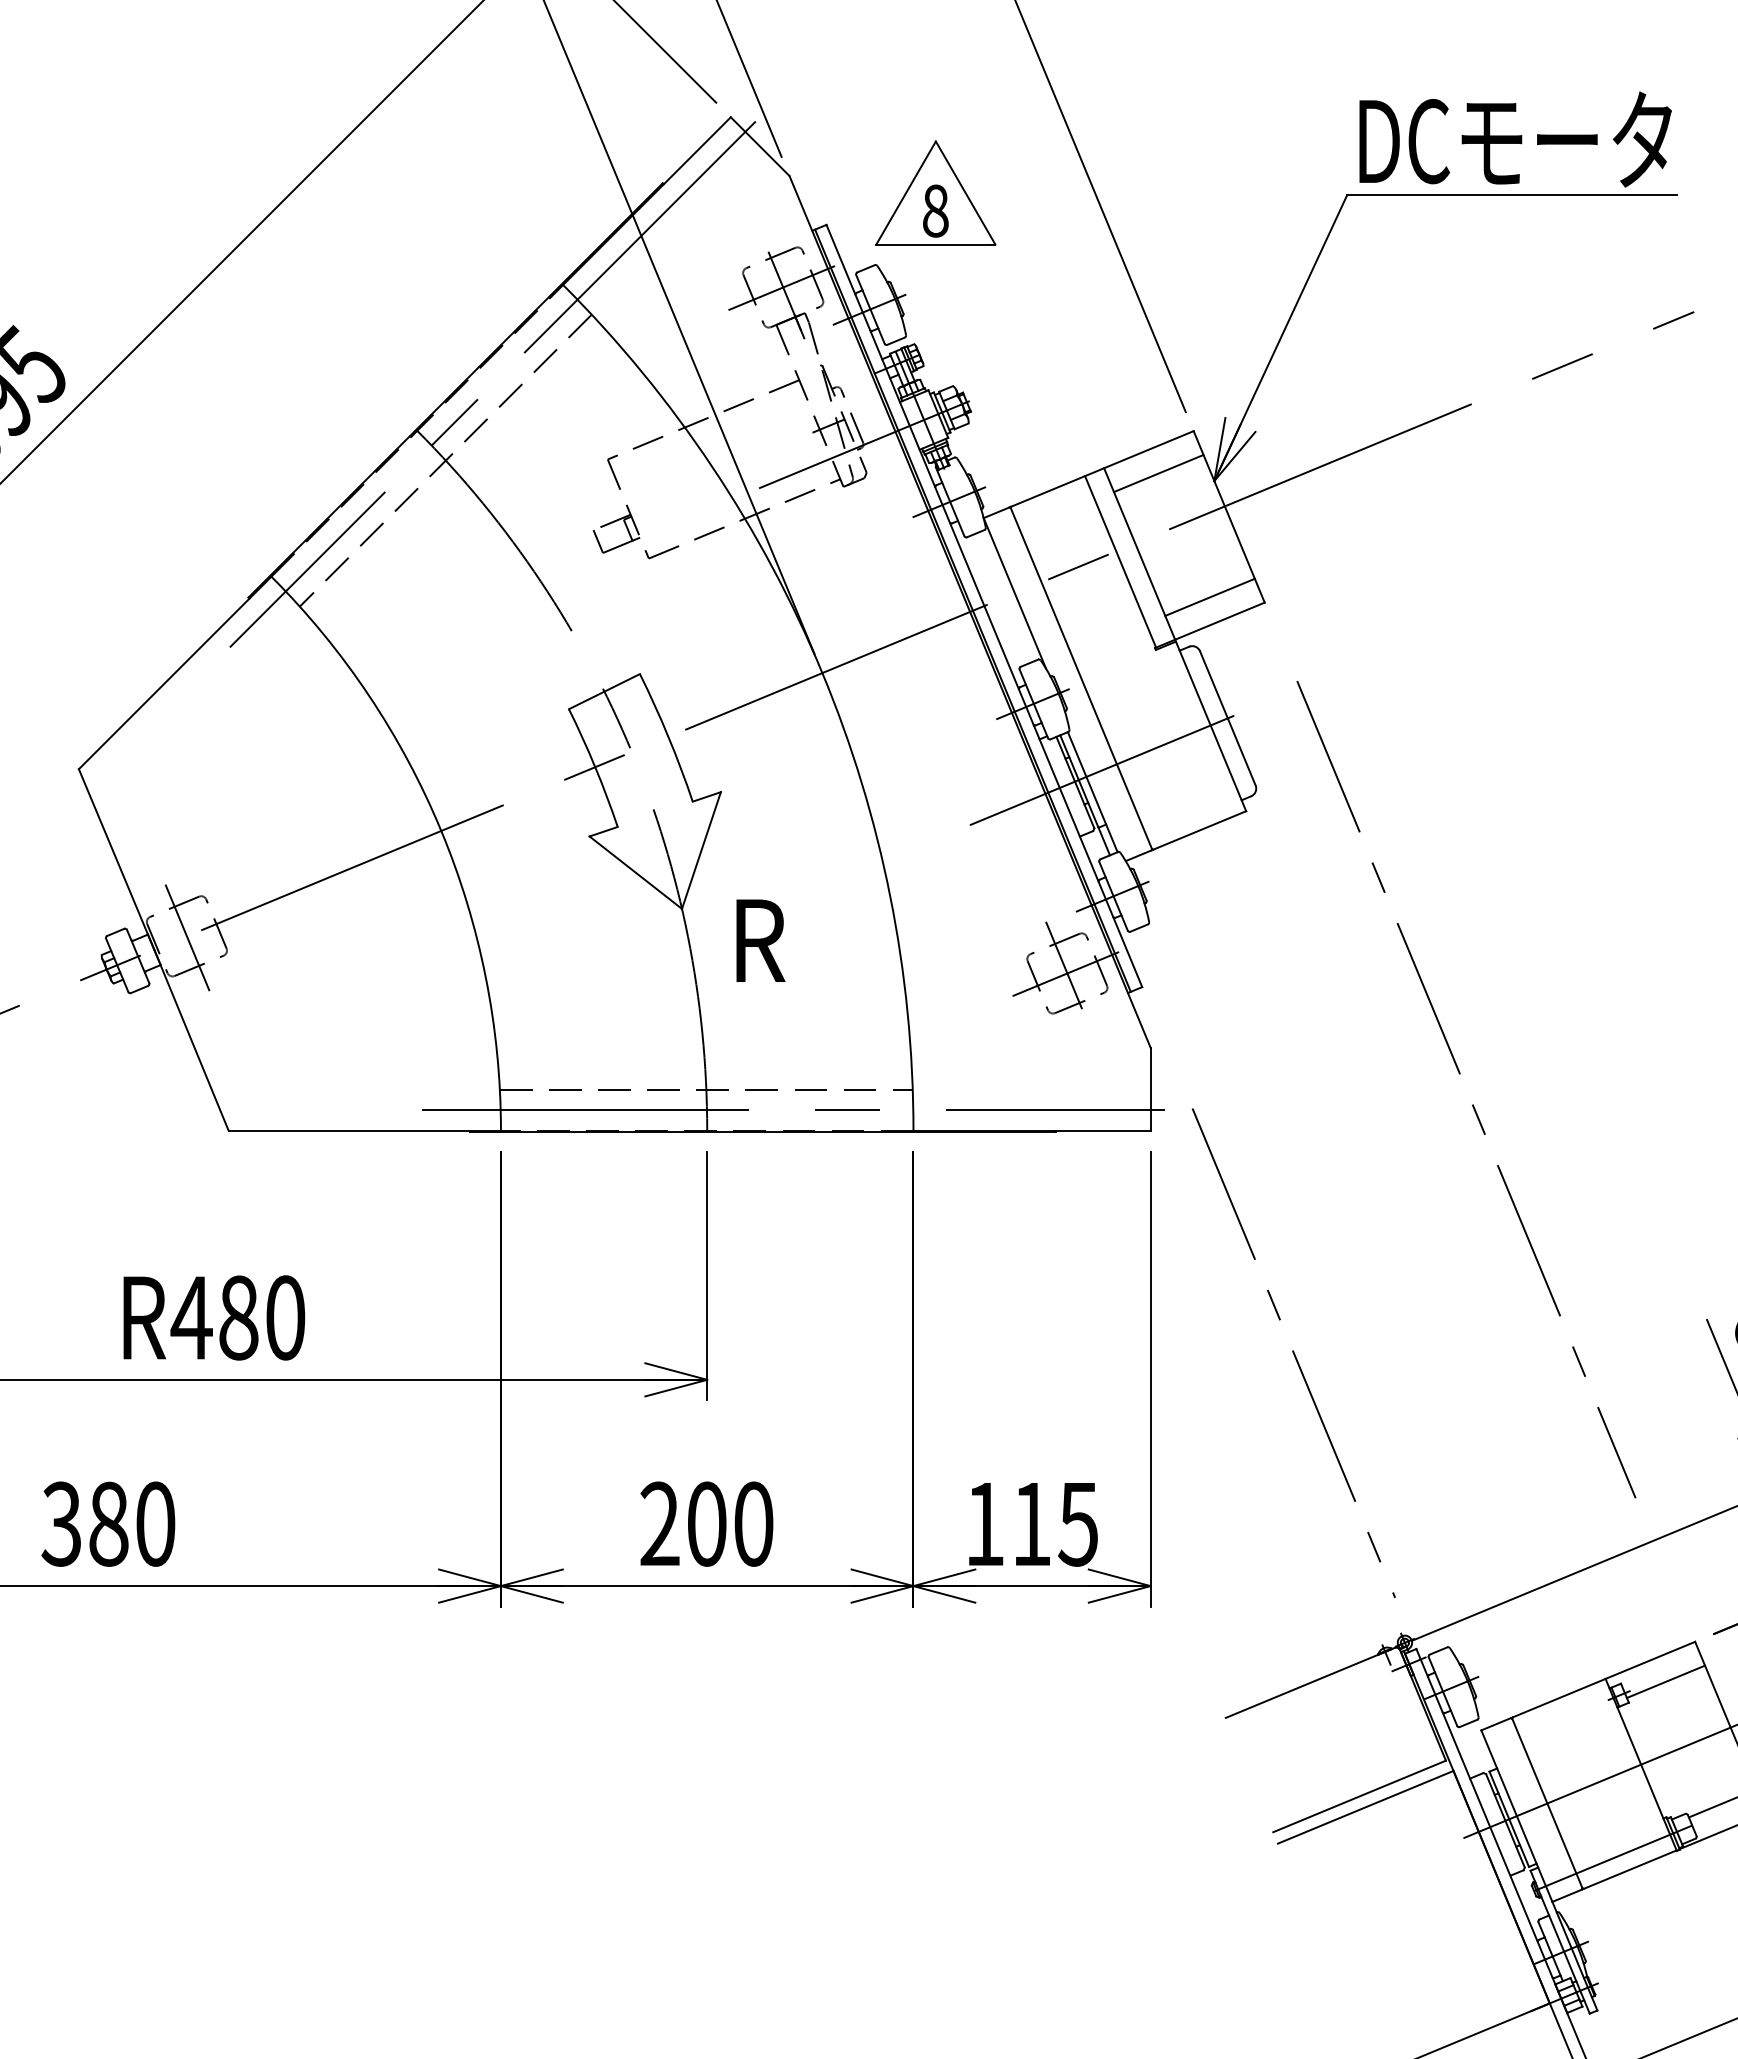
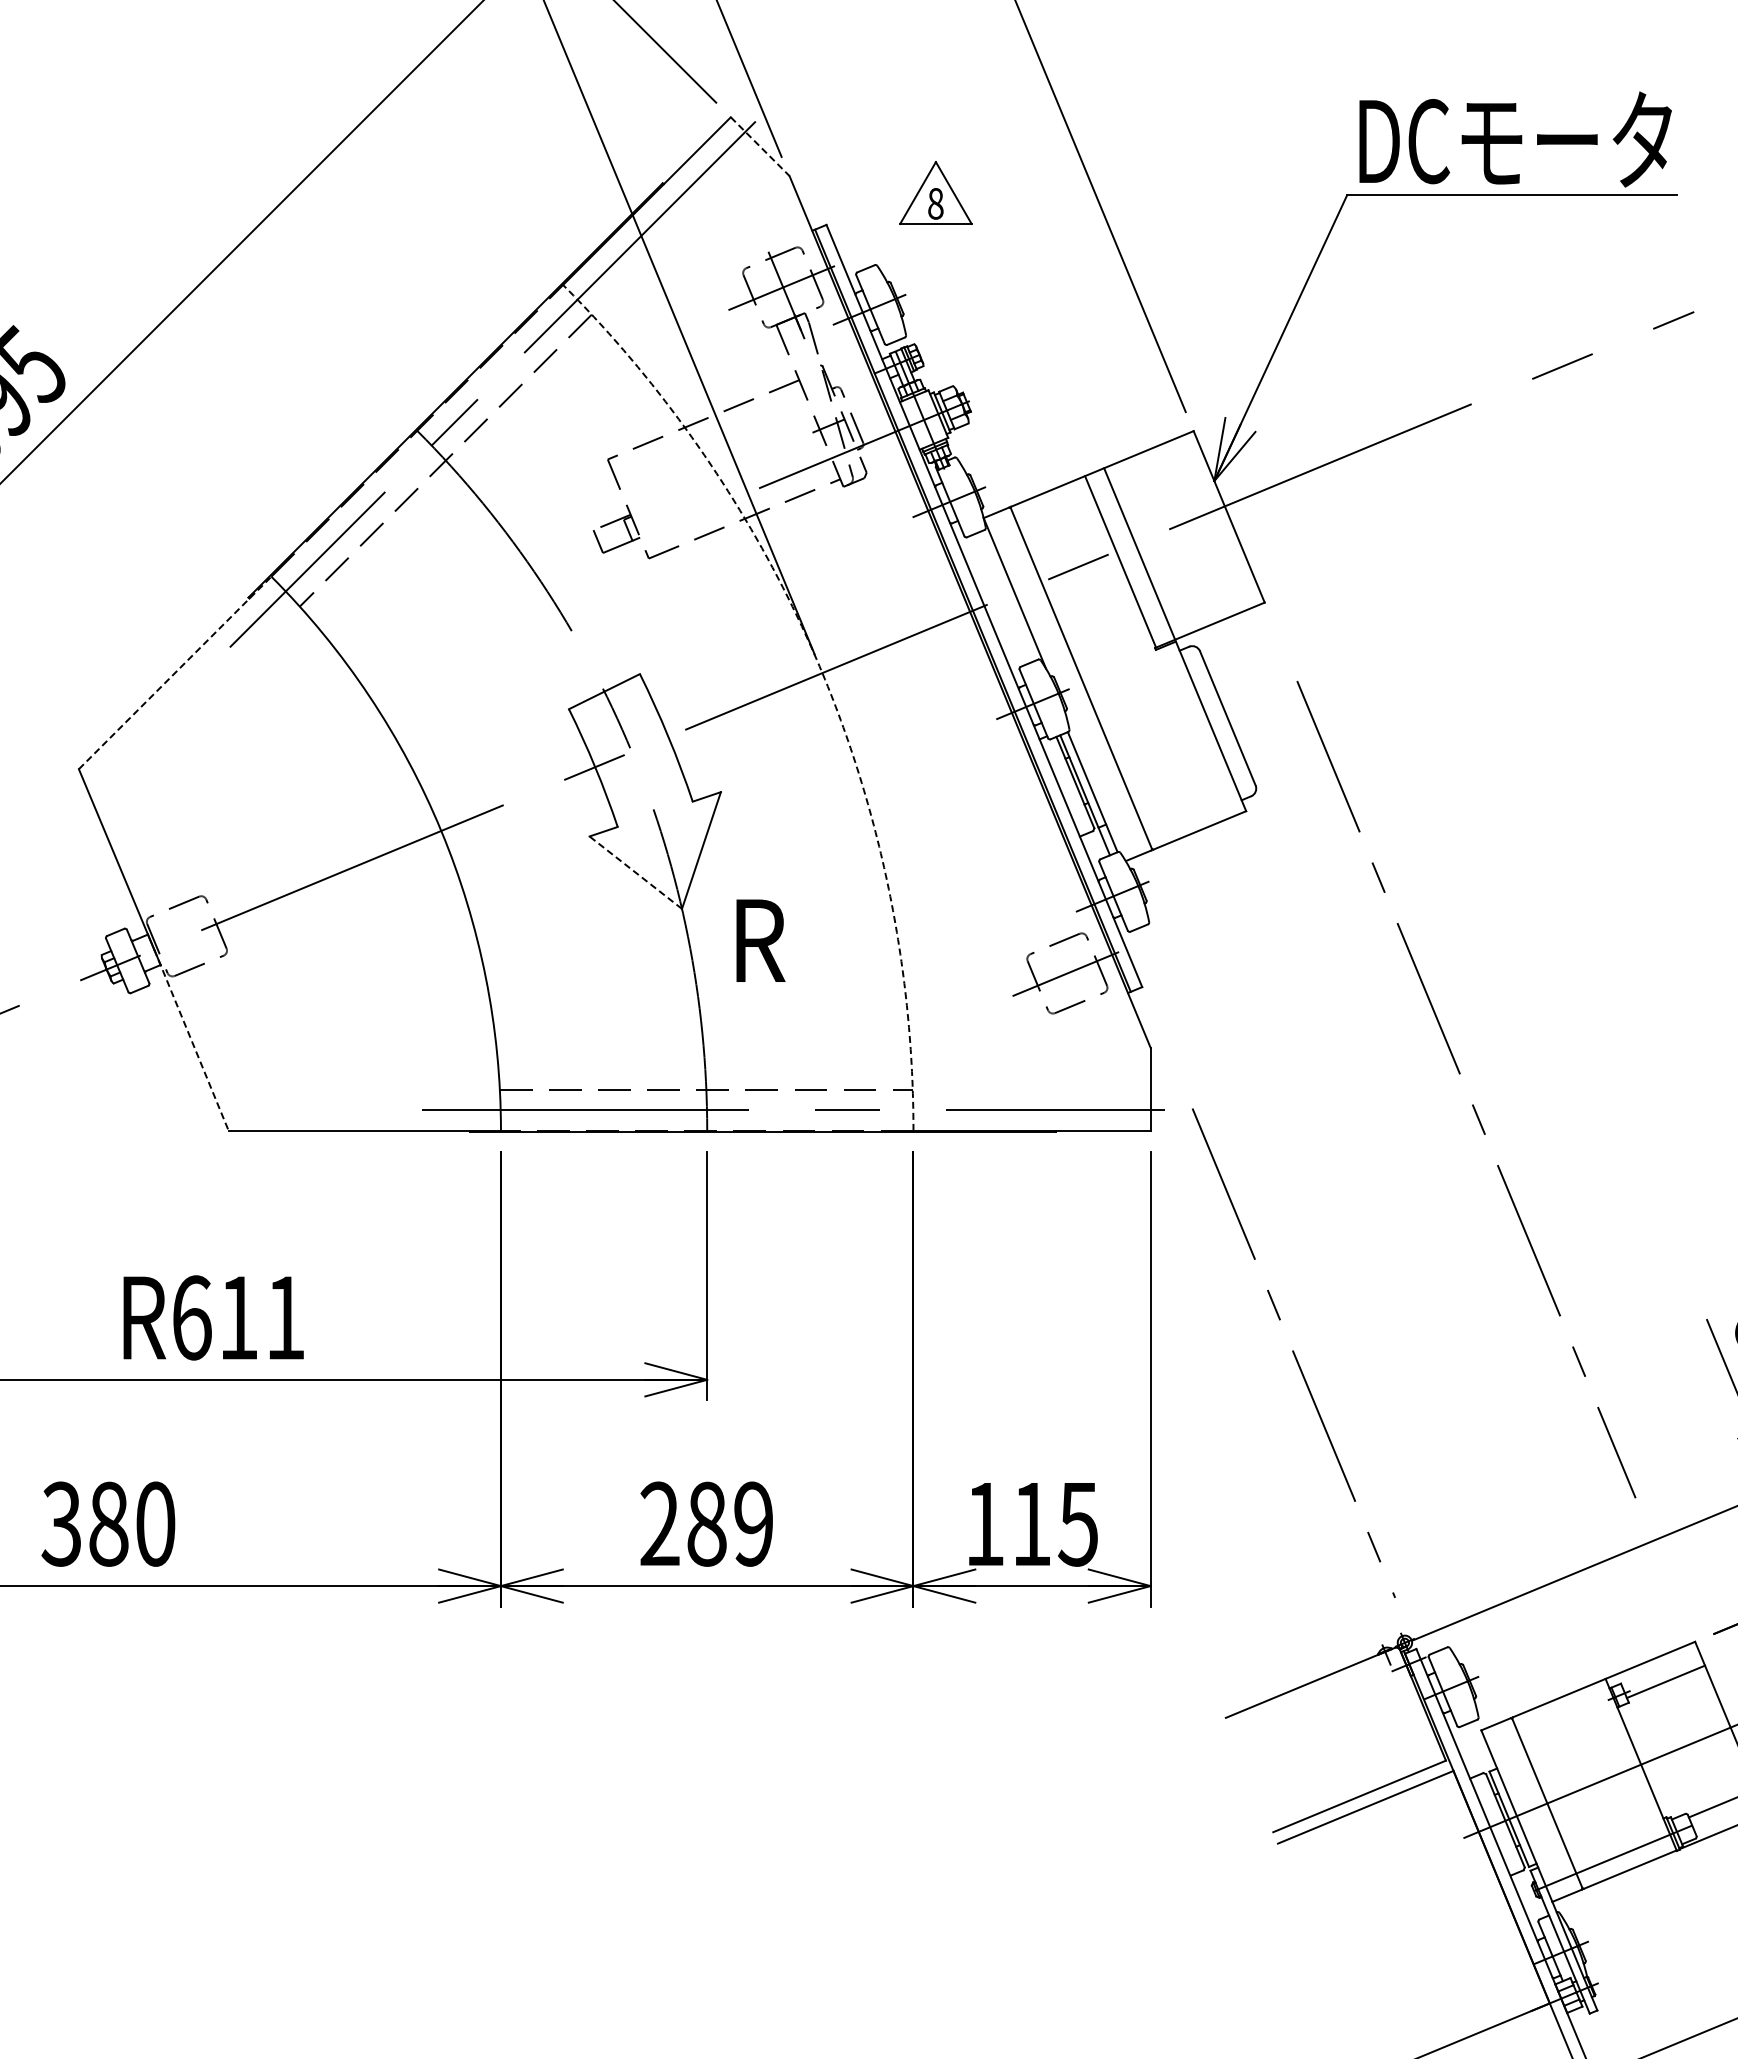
line at (760, 146): solid -> dashed
part at (935, 192) size: 122x106 px -> 74x64 px
line at (1158, 473): present -> none
line at (1209, 596): present -> none
line at (175, 672): solid -> dashed
arc at (822, 673): solid -> dashed
line at (1101, 770): present -> none
line at (635, 872): solid -> dashed
line at (187, 937): present -> none
line at (1063, 965): present -> none
line at (191, 1040): solid -> dashed
text at (237, 1317): R480 -> R611
text at (730, 1523): 200 -> 289
